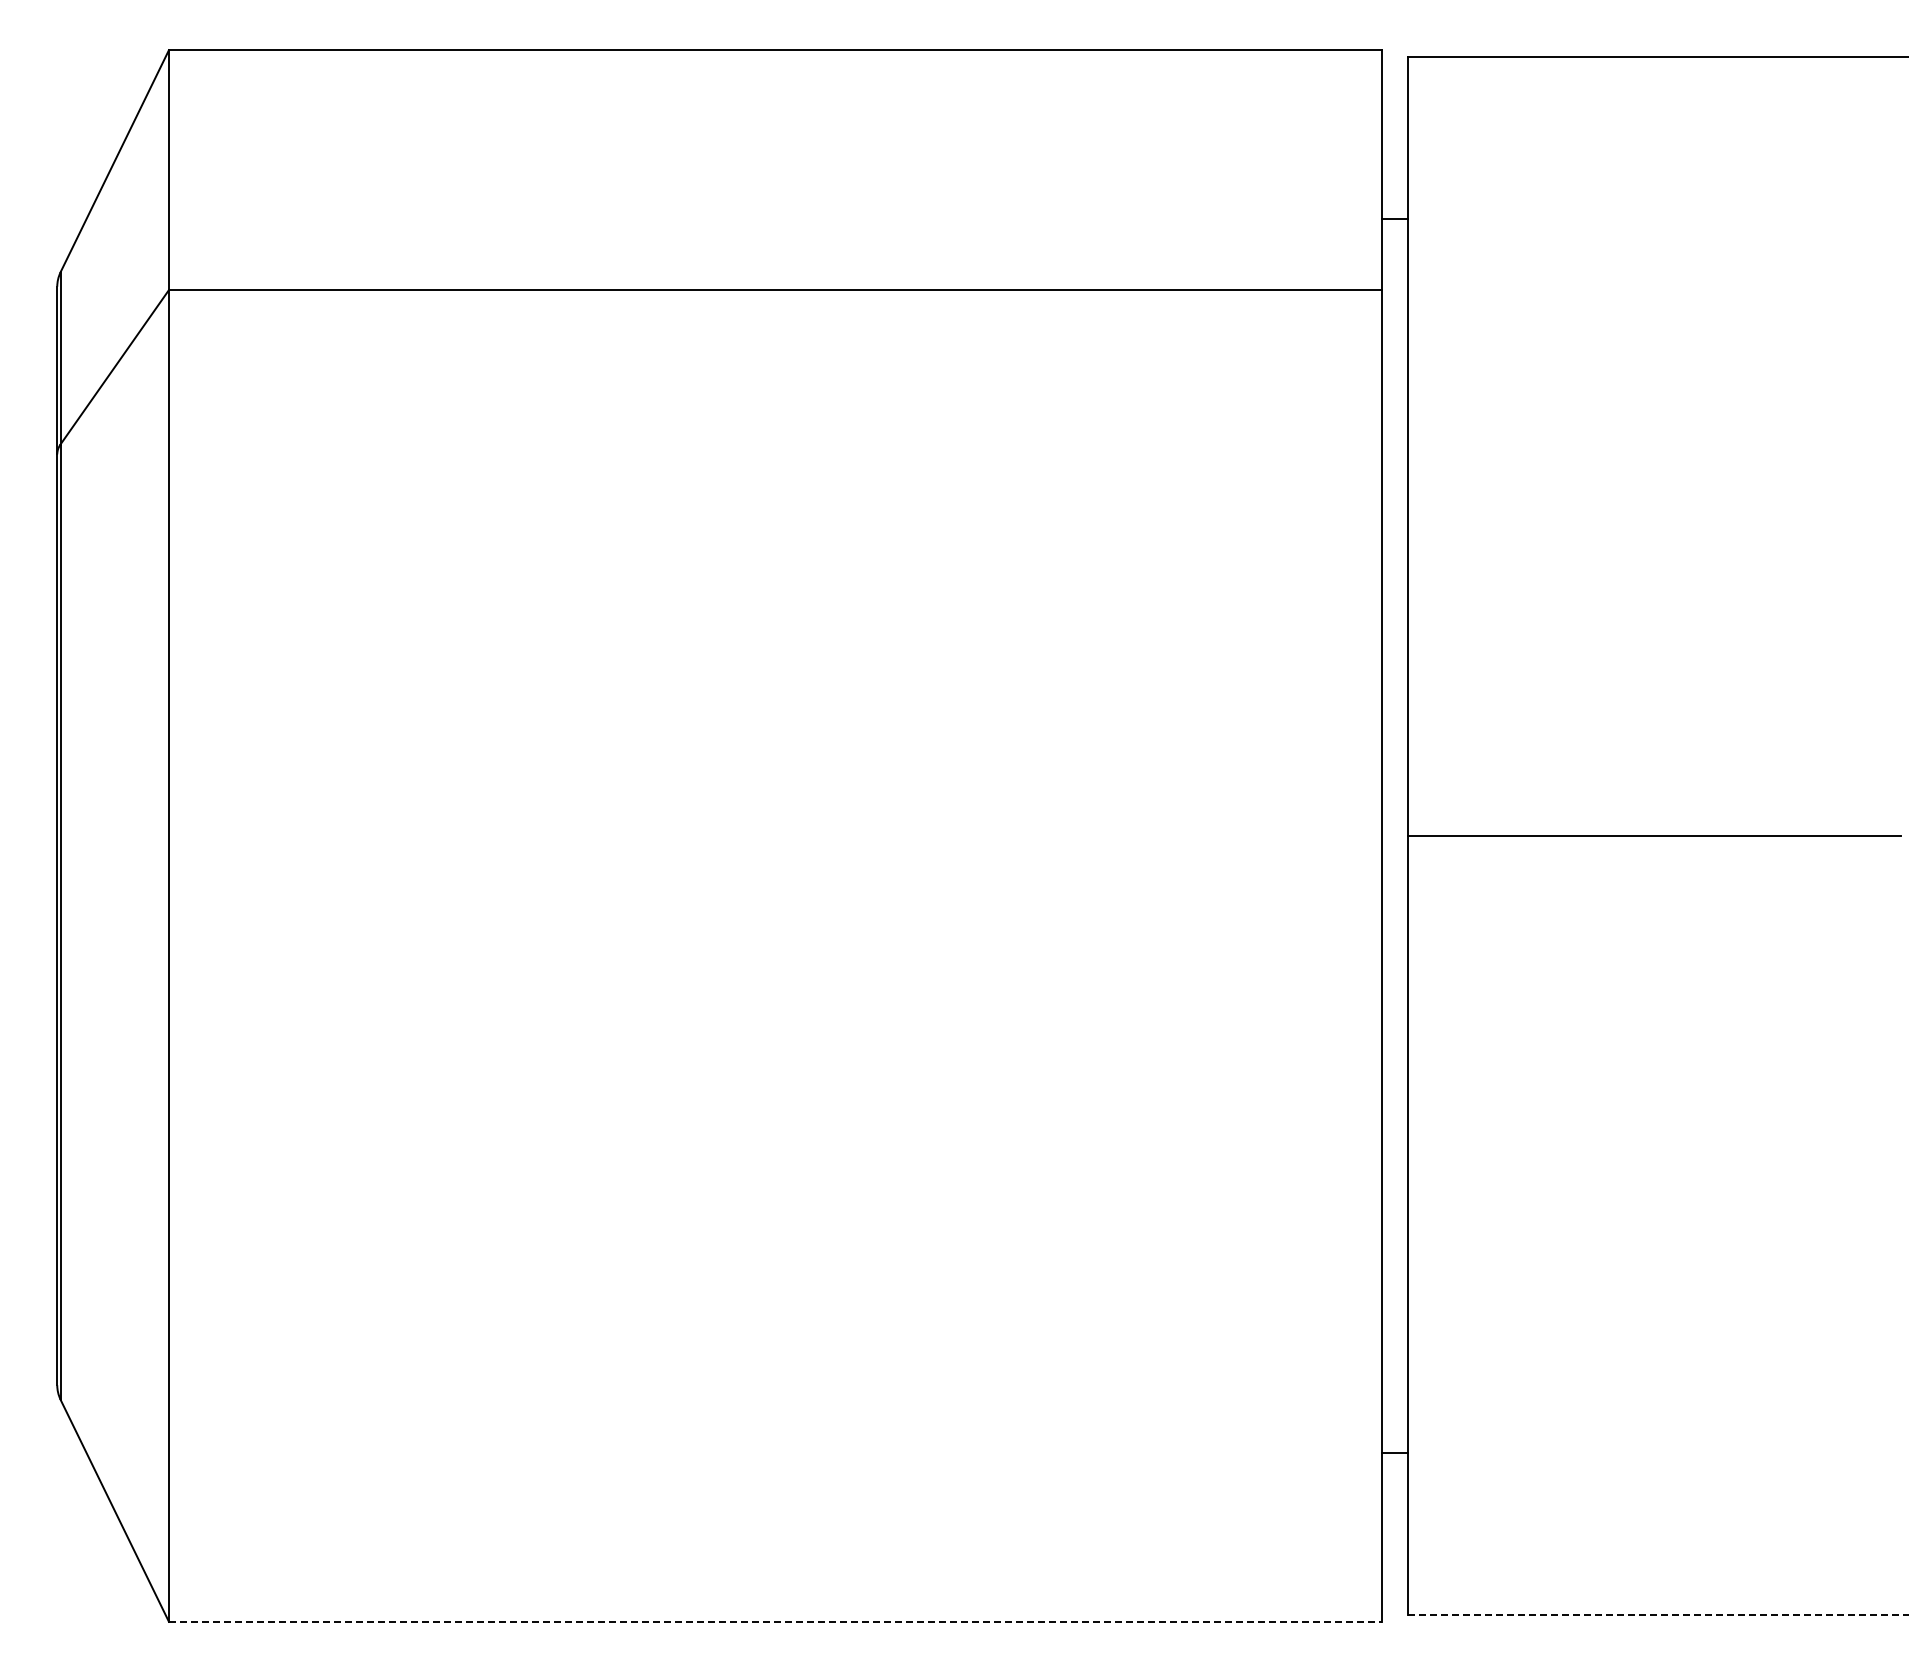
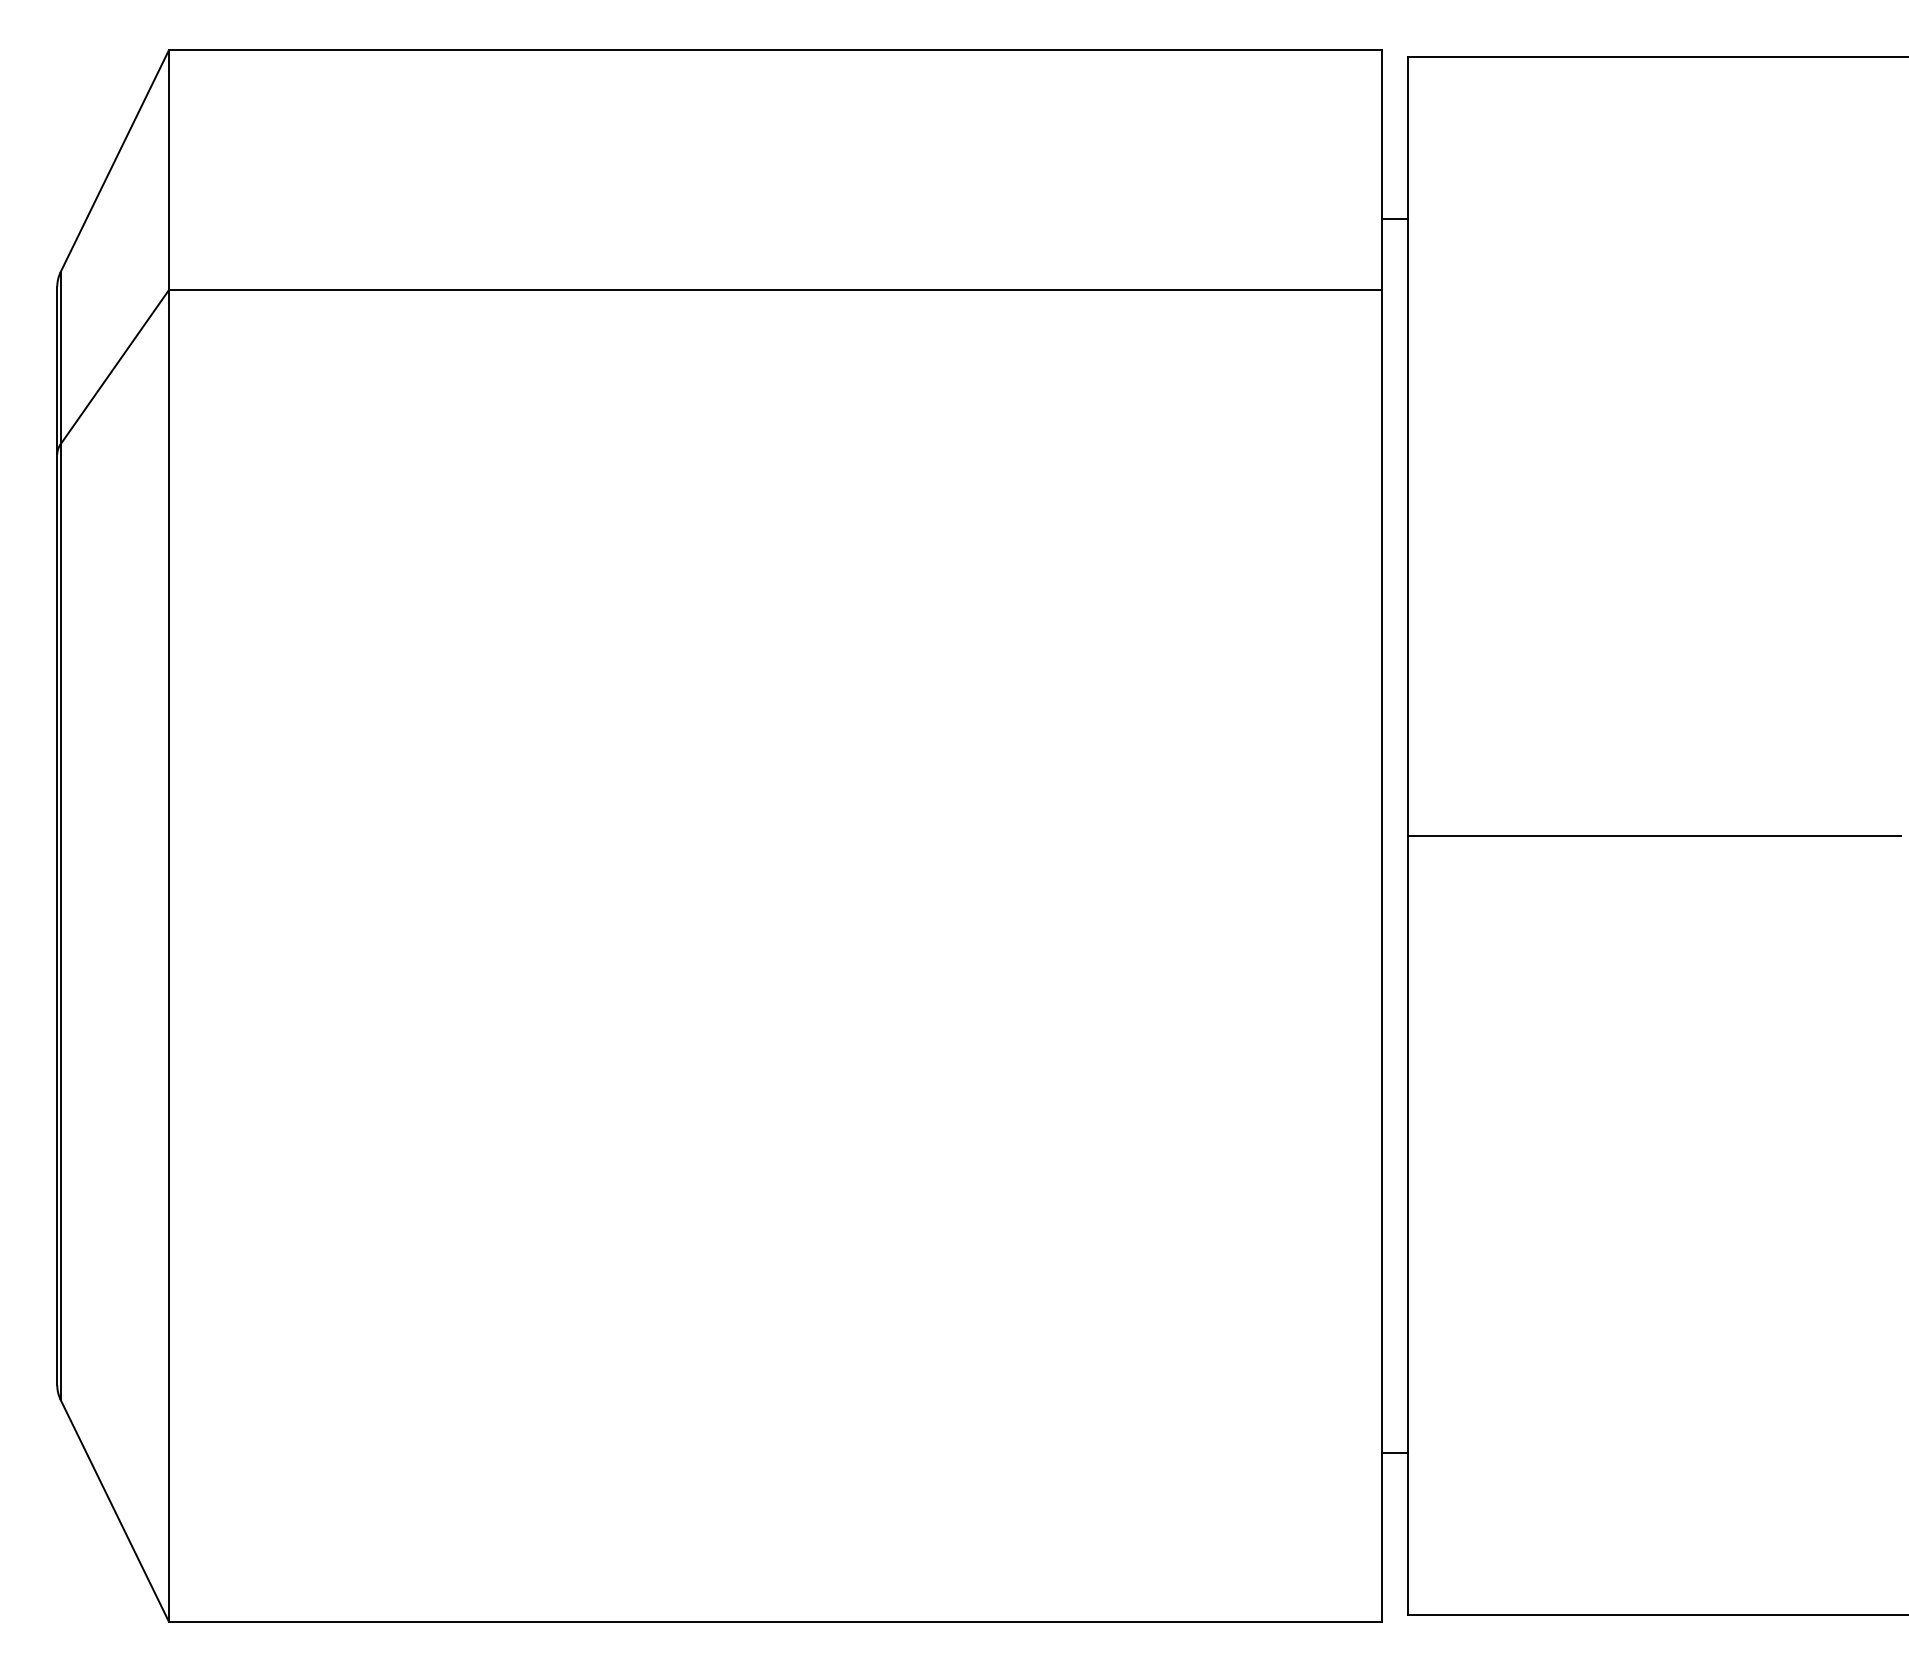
line at (1658, 1615): dashed -> solid
line at (775, 1621): dashed -> solid
